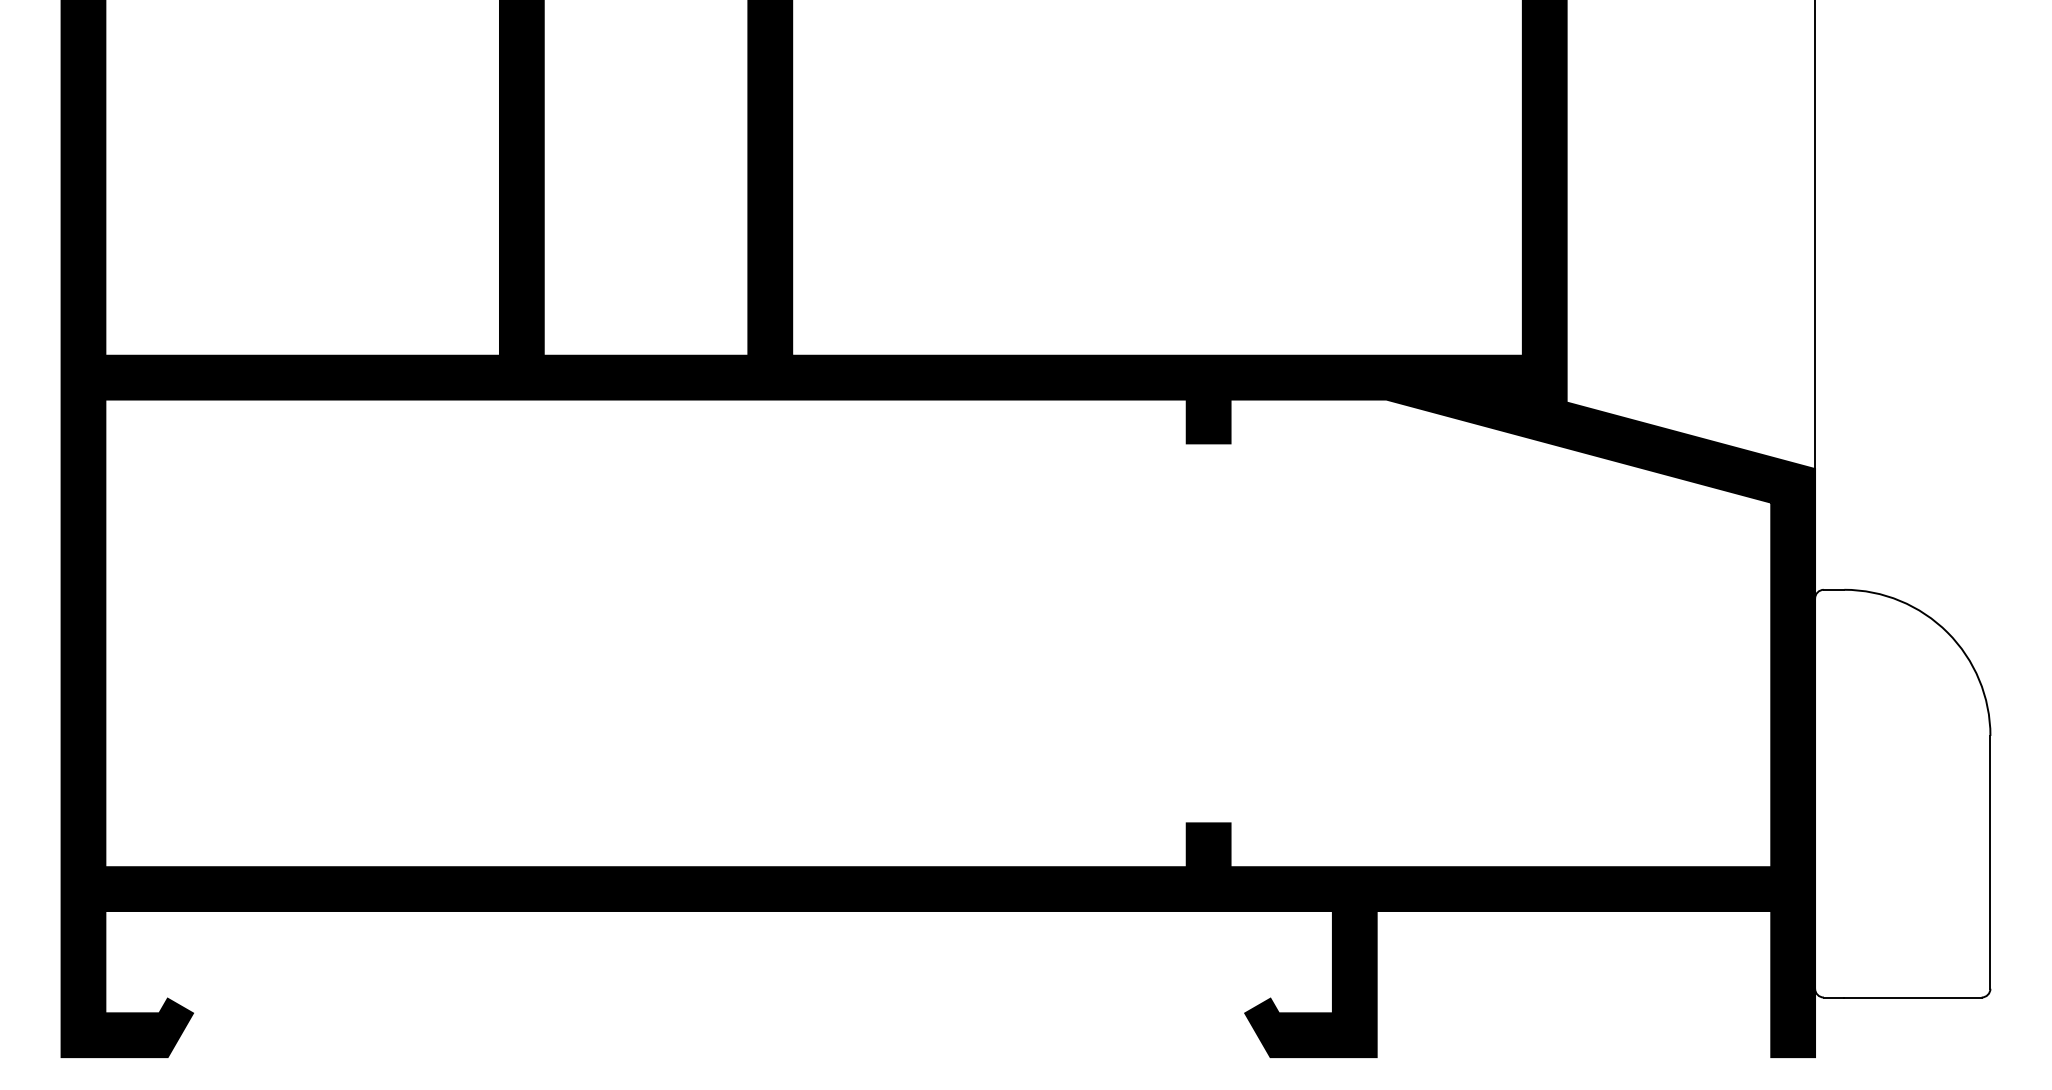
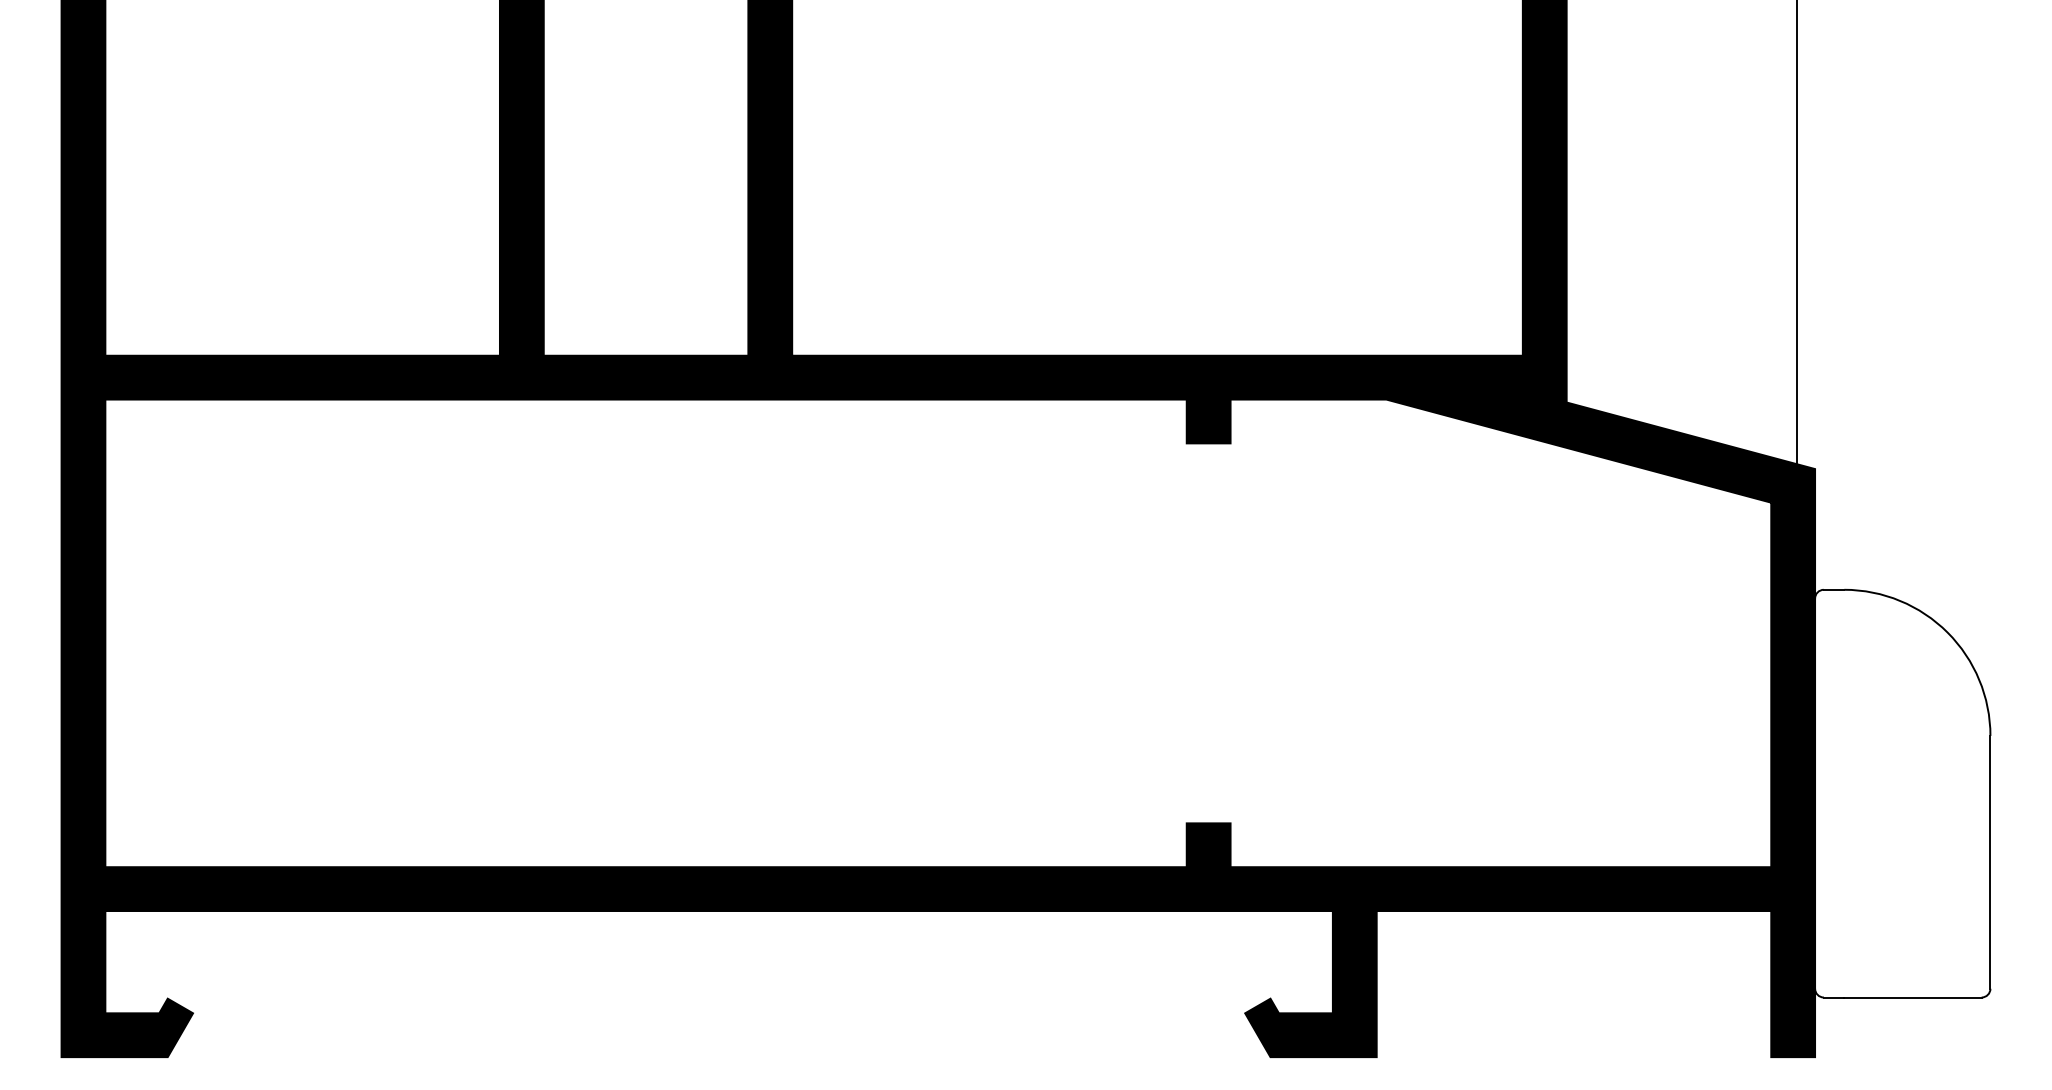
line at (1815, 235) position: (1815, 235) -> (1797, 235)
